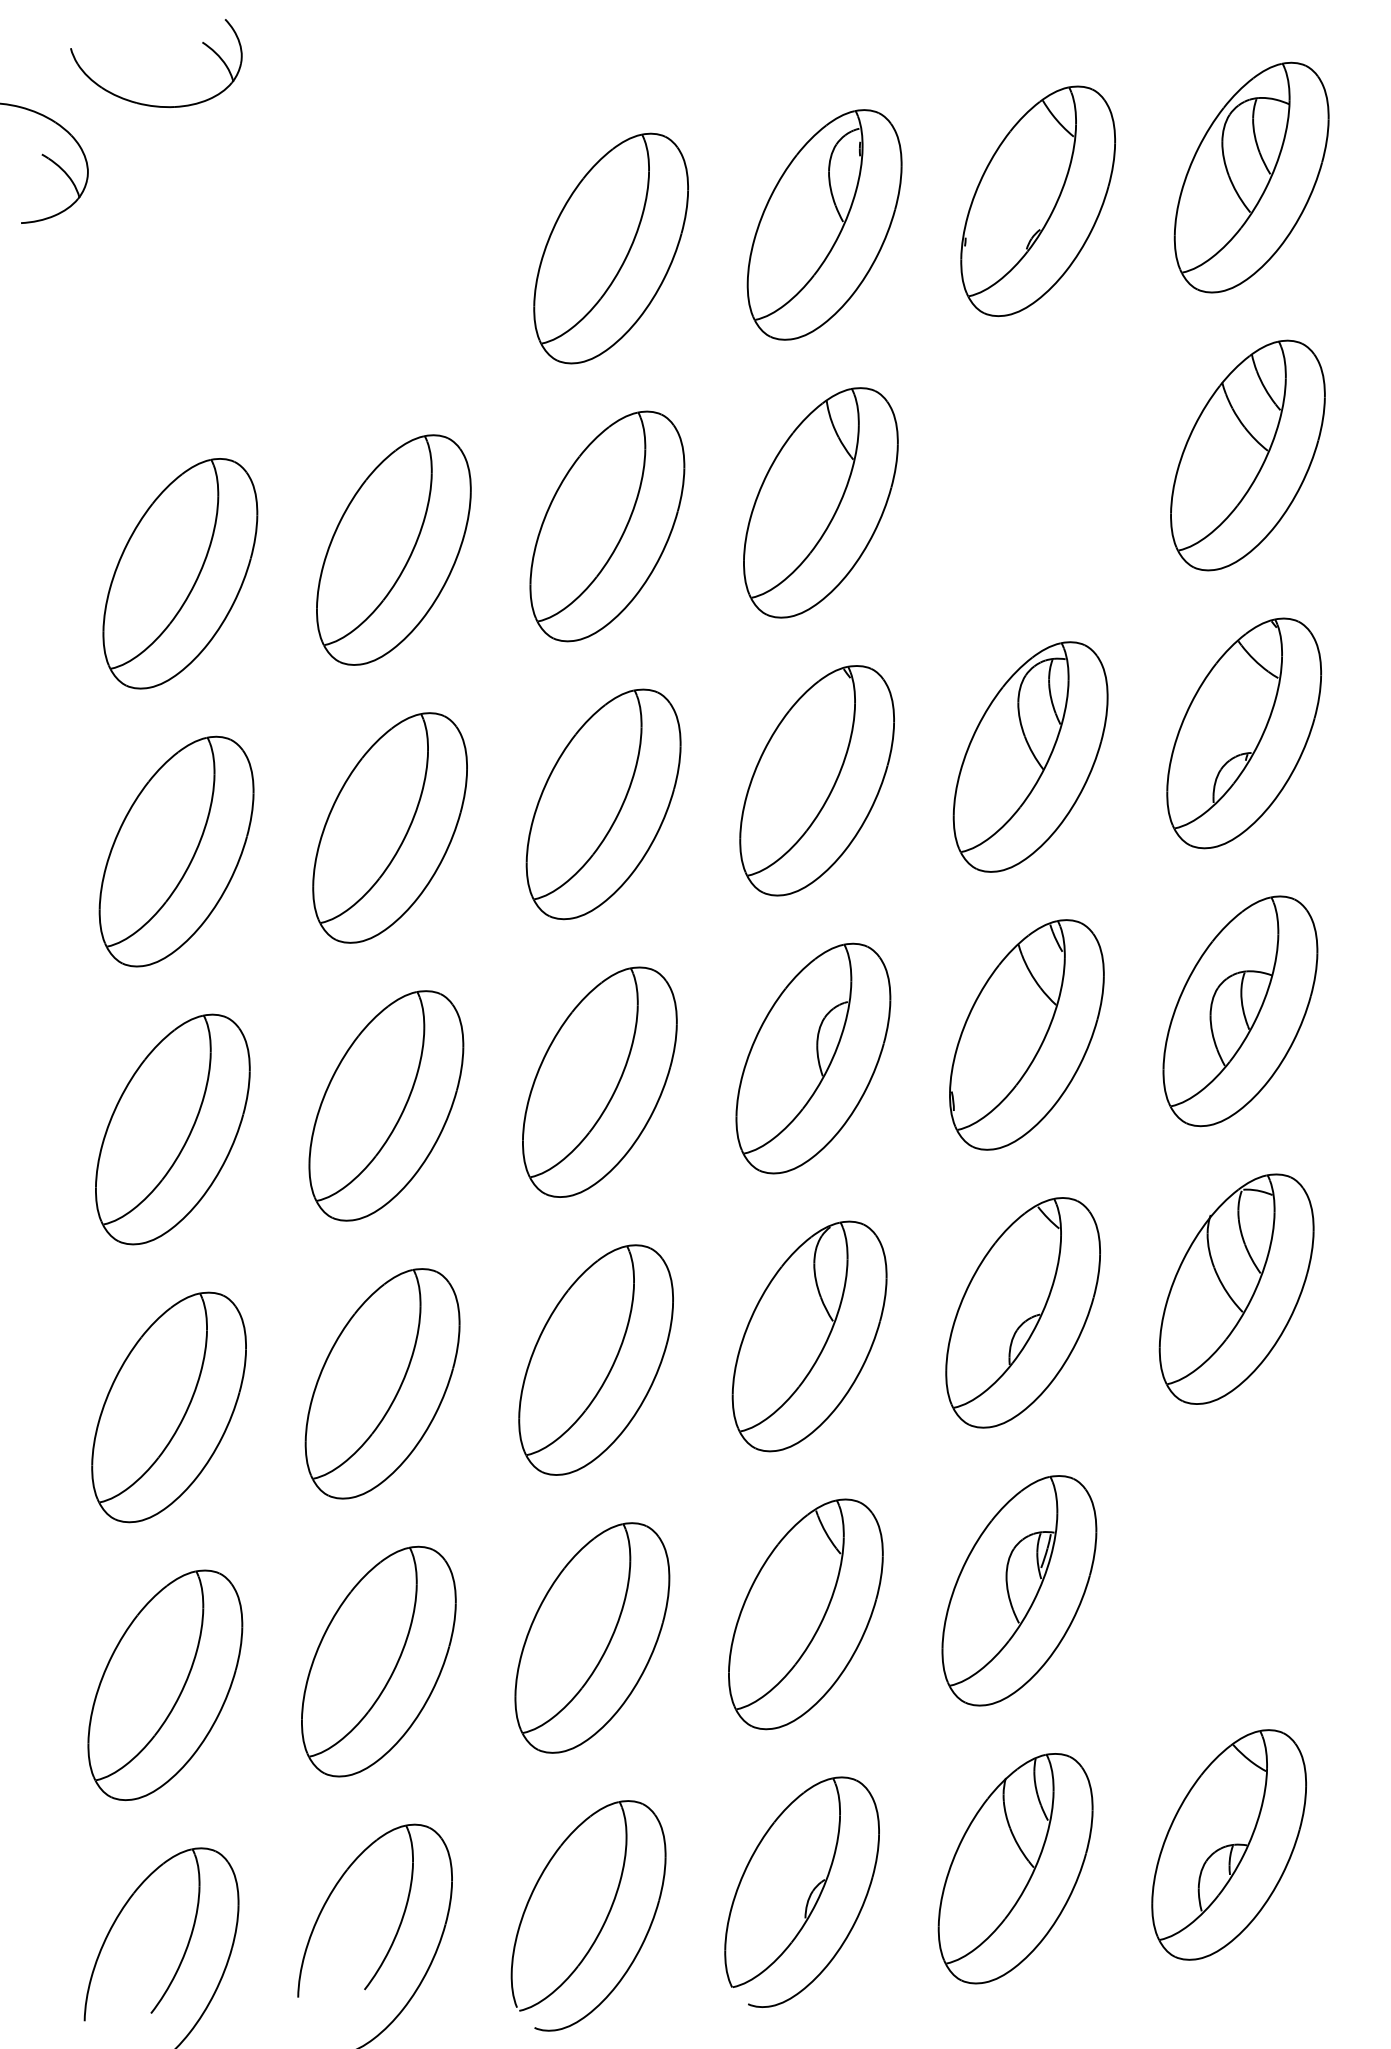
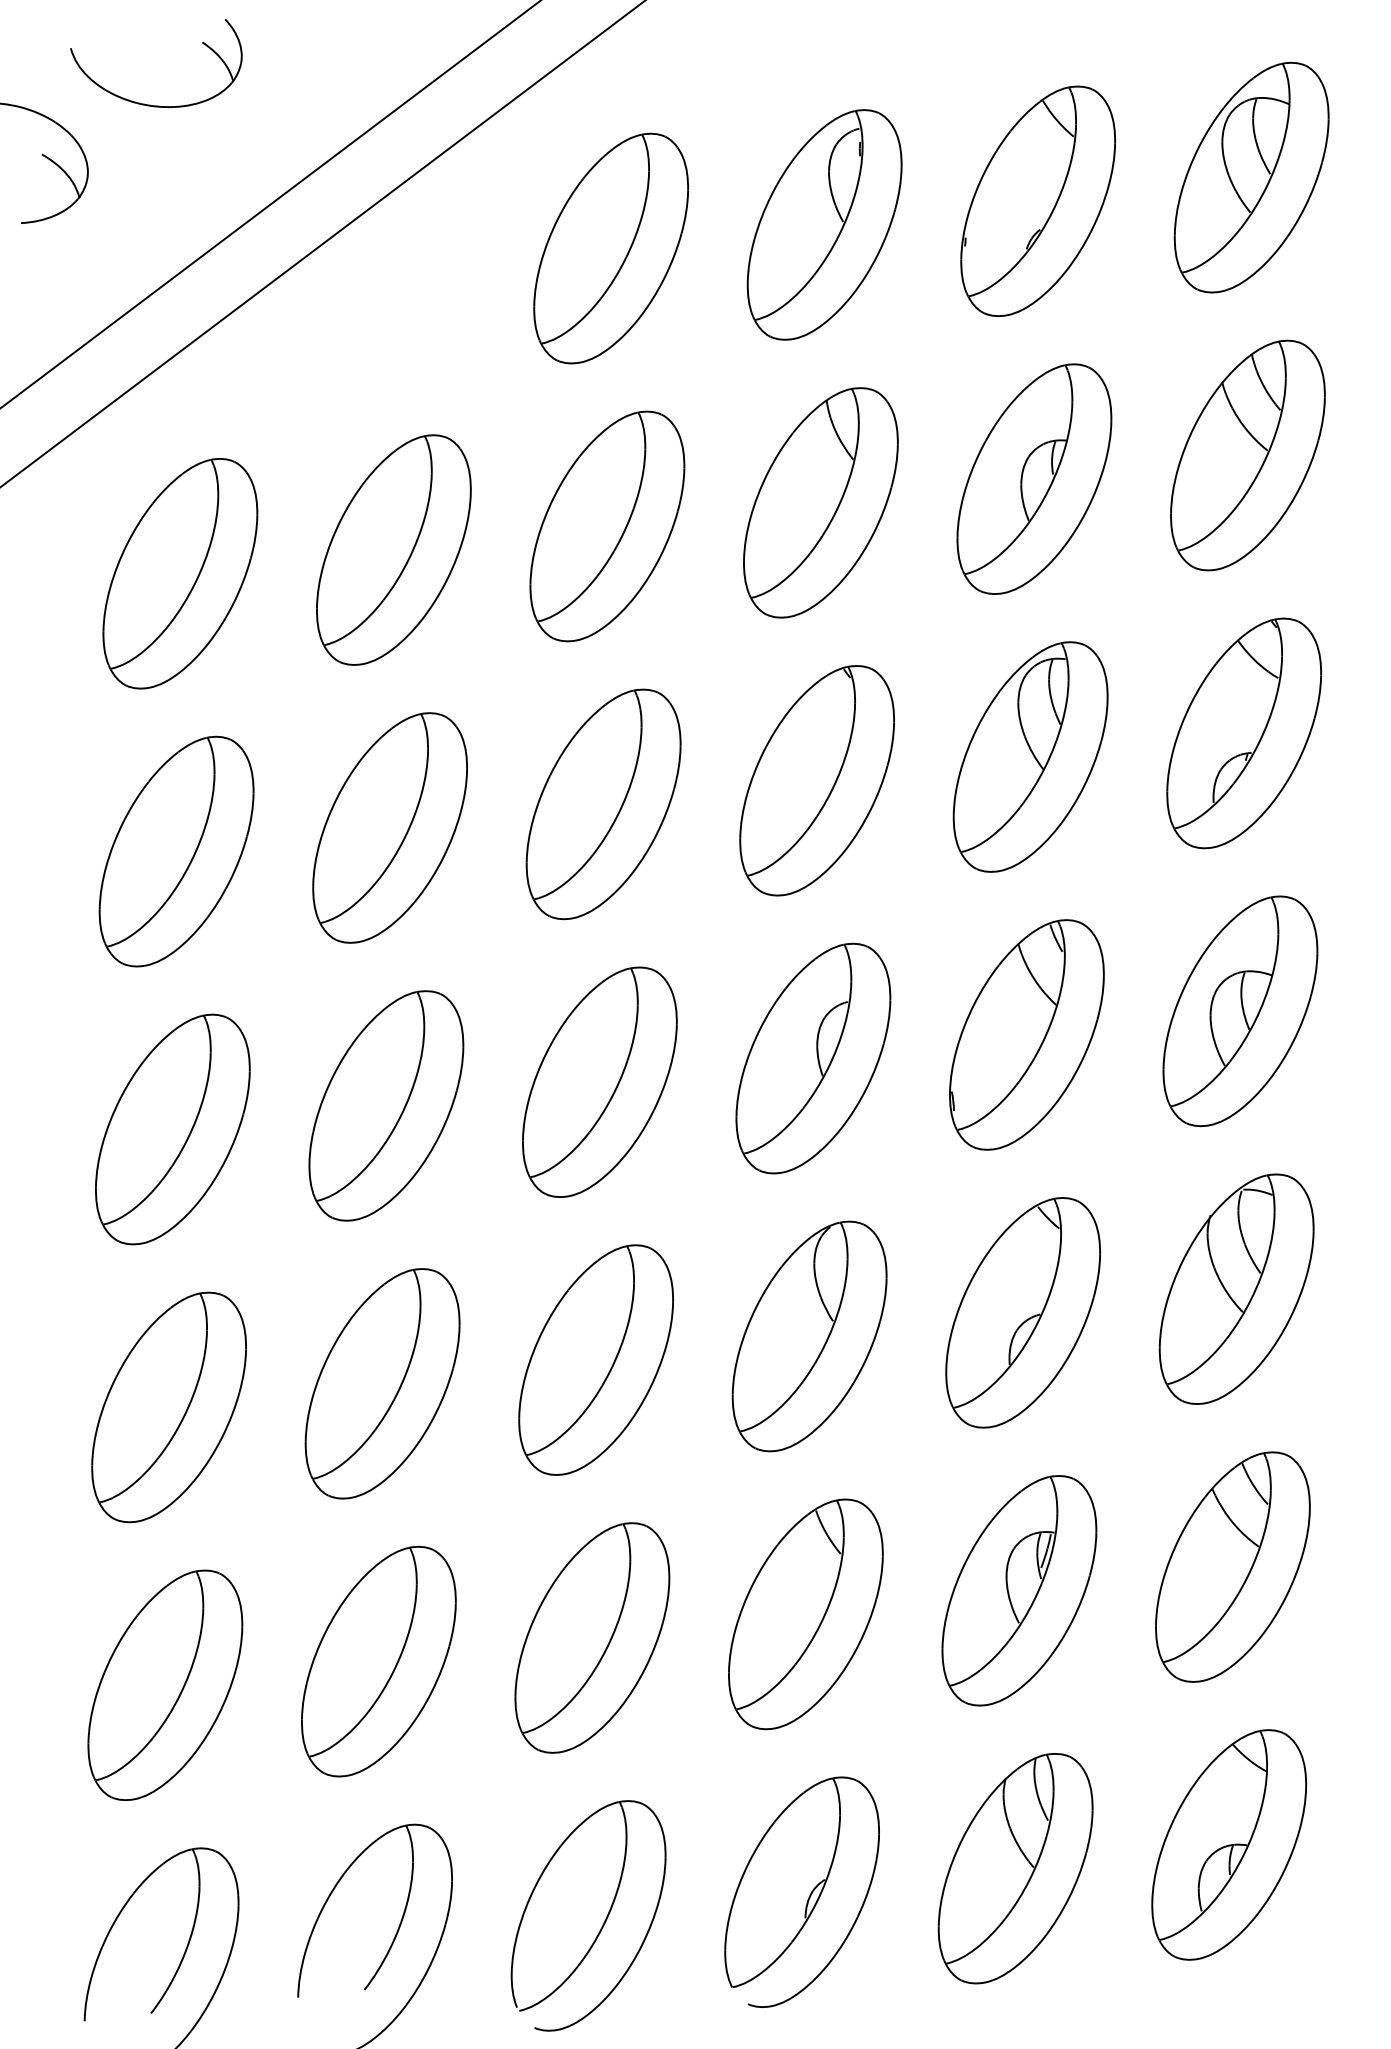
line at (270, 204): none -> present
line at (322, 243): none -> present
part at (1034, 478): none -> present
part at (1232, 1566): none -> present
